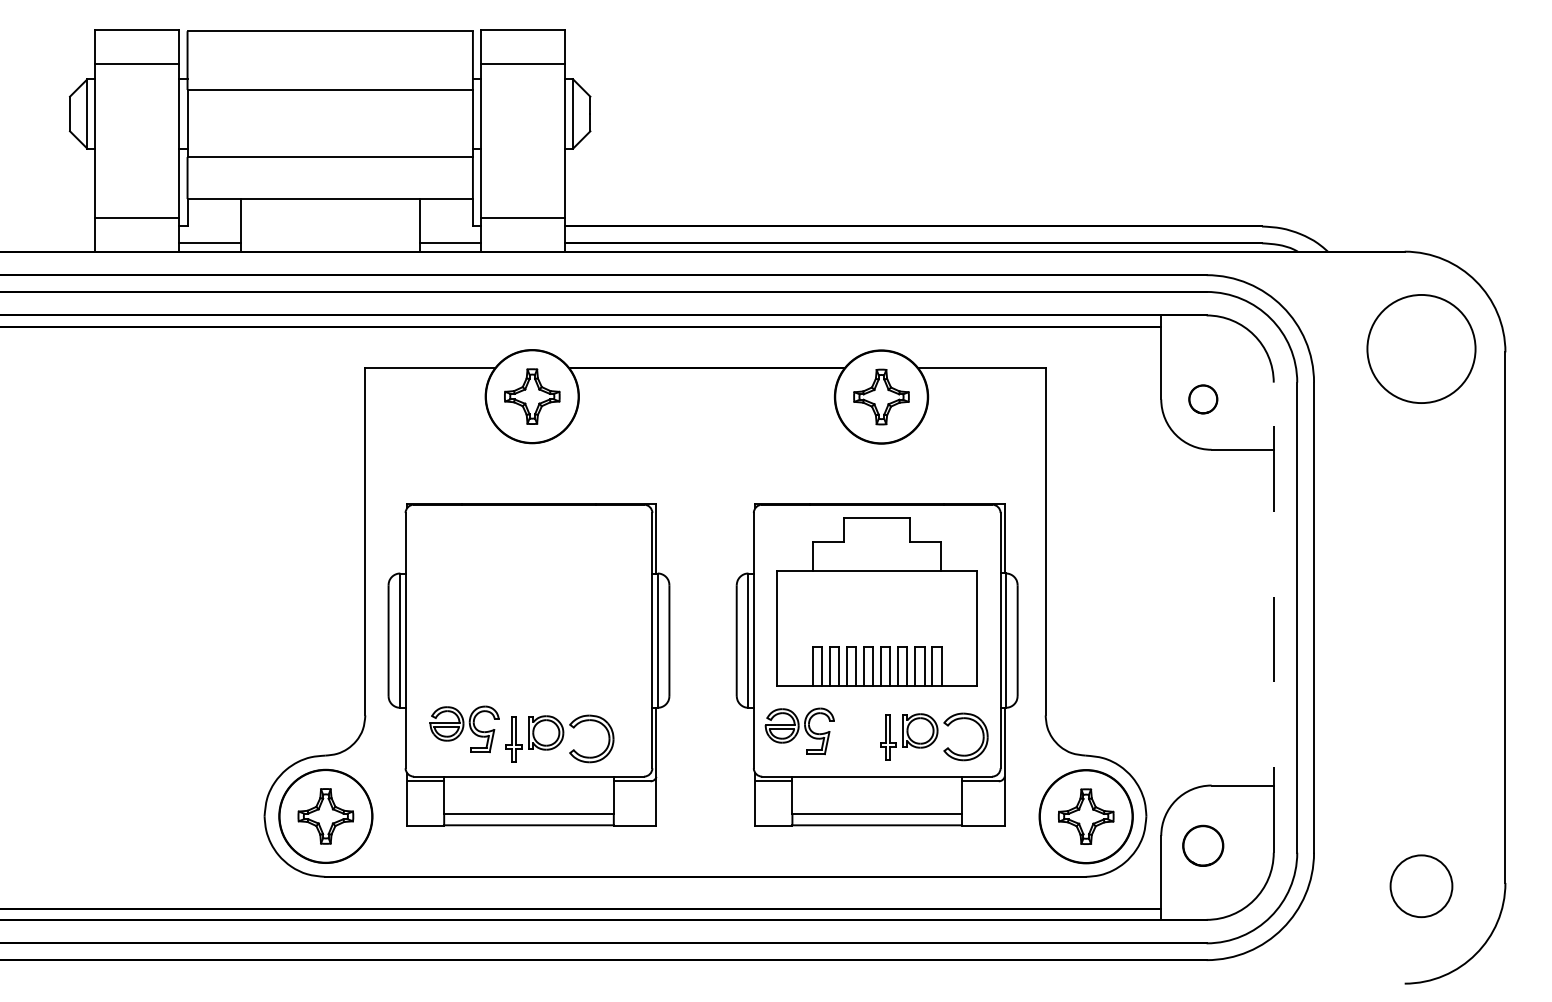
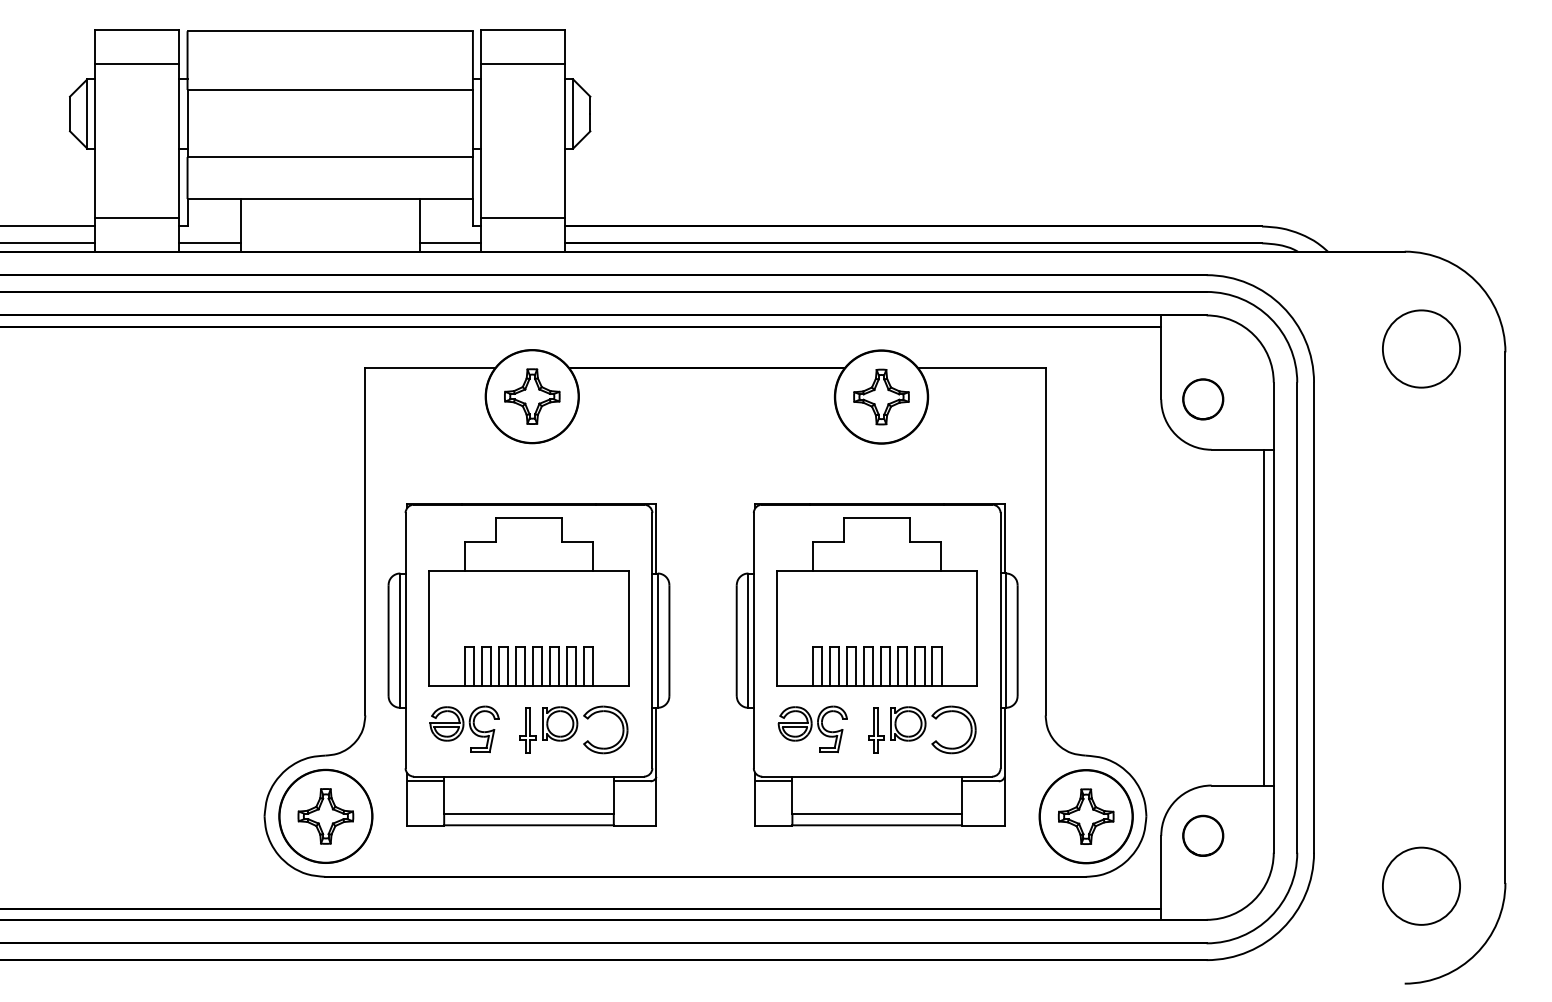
line at (48, 226): none -> present
line at (48, 243): none -> present
circle at (1421, 348) diameter: 108 px -> 77 px
circle at (1203, 399) size: 31x31 px -> 43x43 px
part at (528, 601): none -> present
line at (1264, 617): none -> present
line at (1273, 617): dashed -> solid
part at (799, 731) position: (799, 731) -> (812, 729)
part at (934, 736) position: (934, 736) -> (922, 729)
part at (559, 738) position: (559, 738) -> (573, 729)
circle at (1203, 845) position: (1203, 845) -> (1203, 835)
circle at (1421, 886) diameter: 62 px -> 77 px
